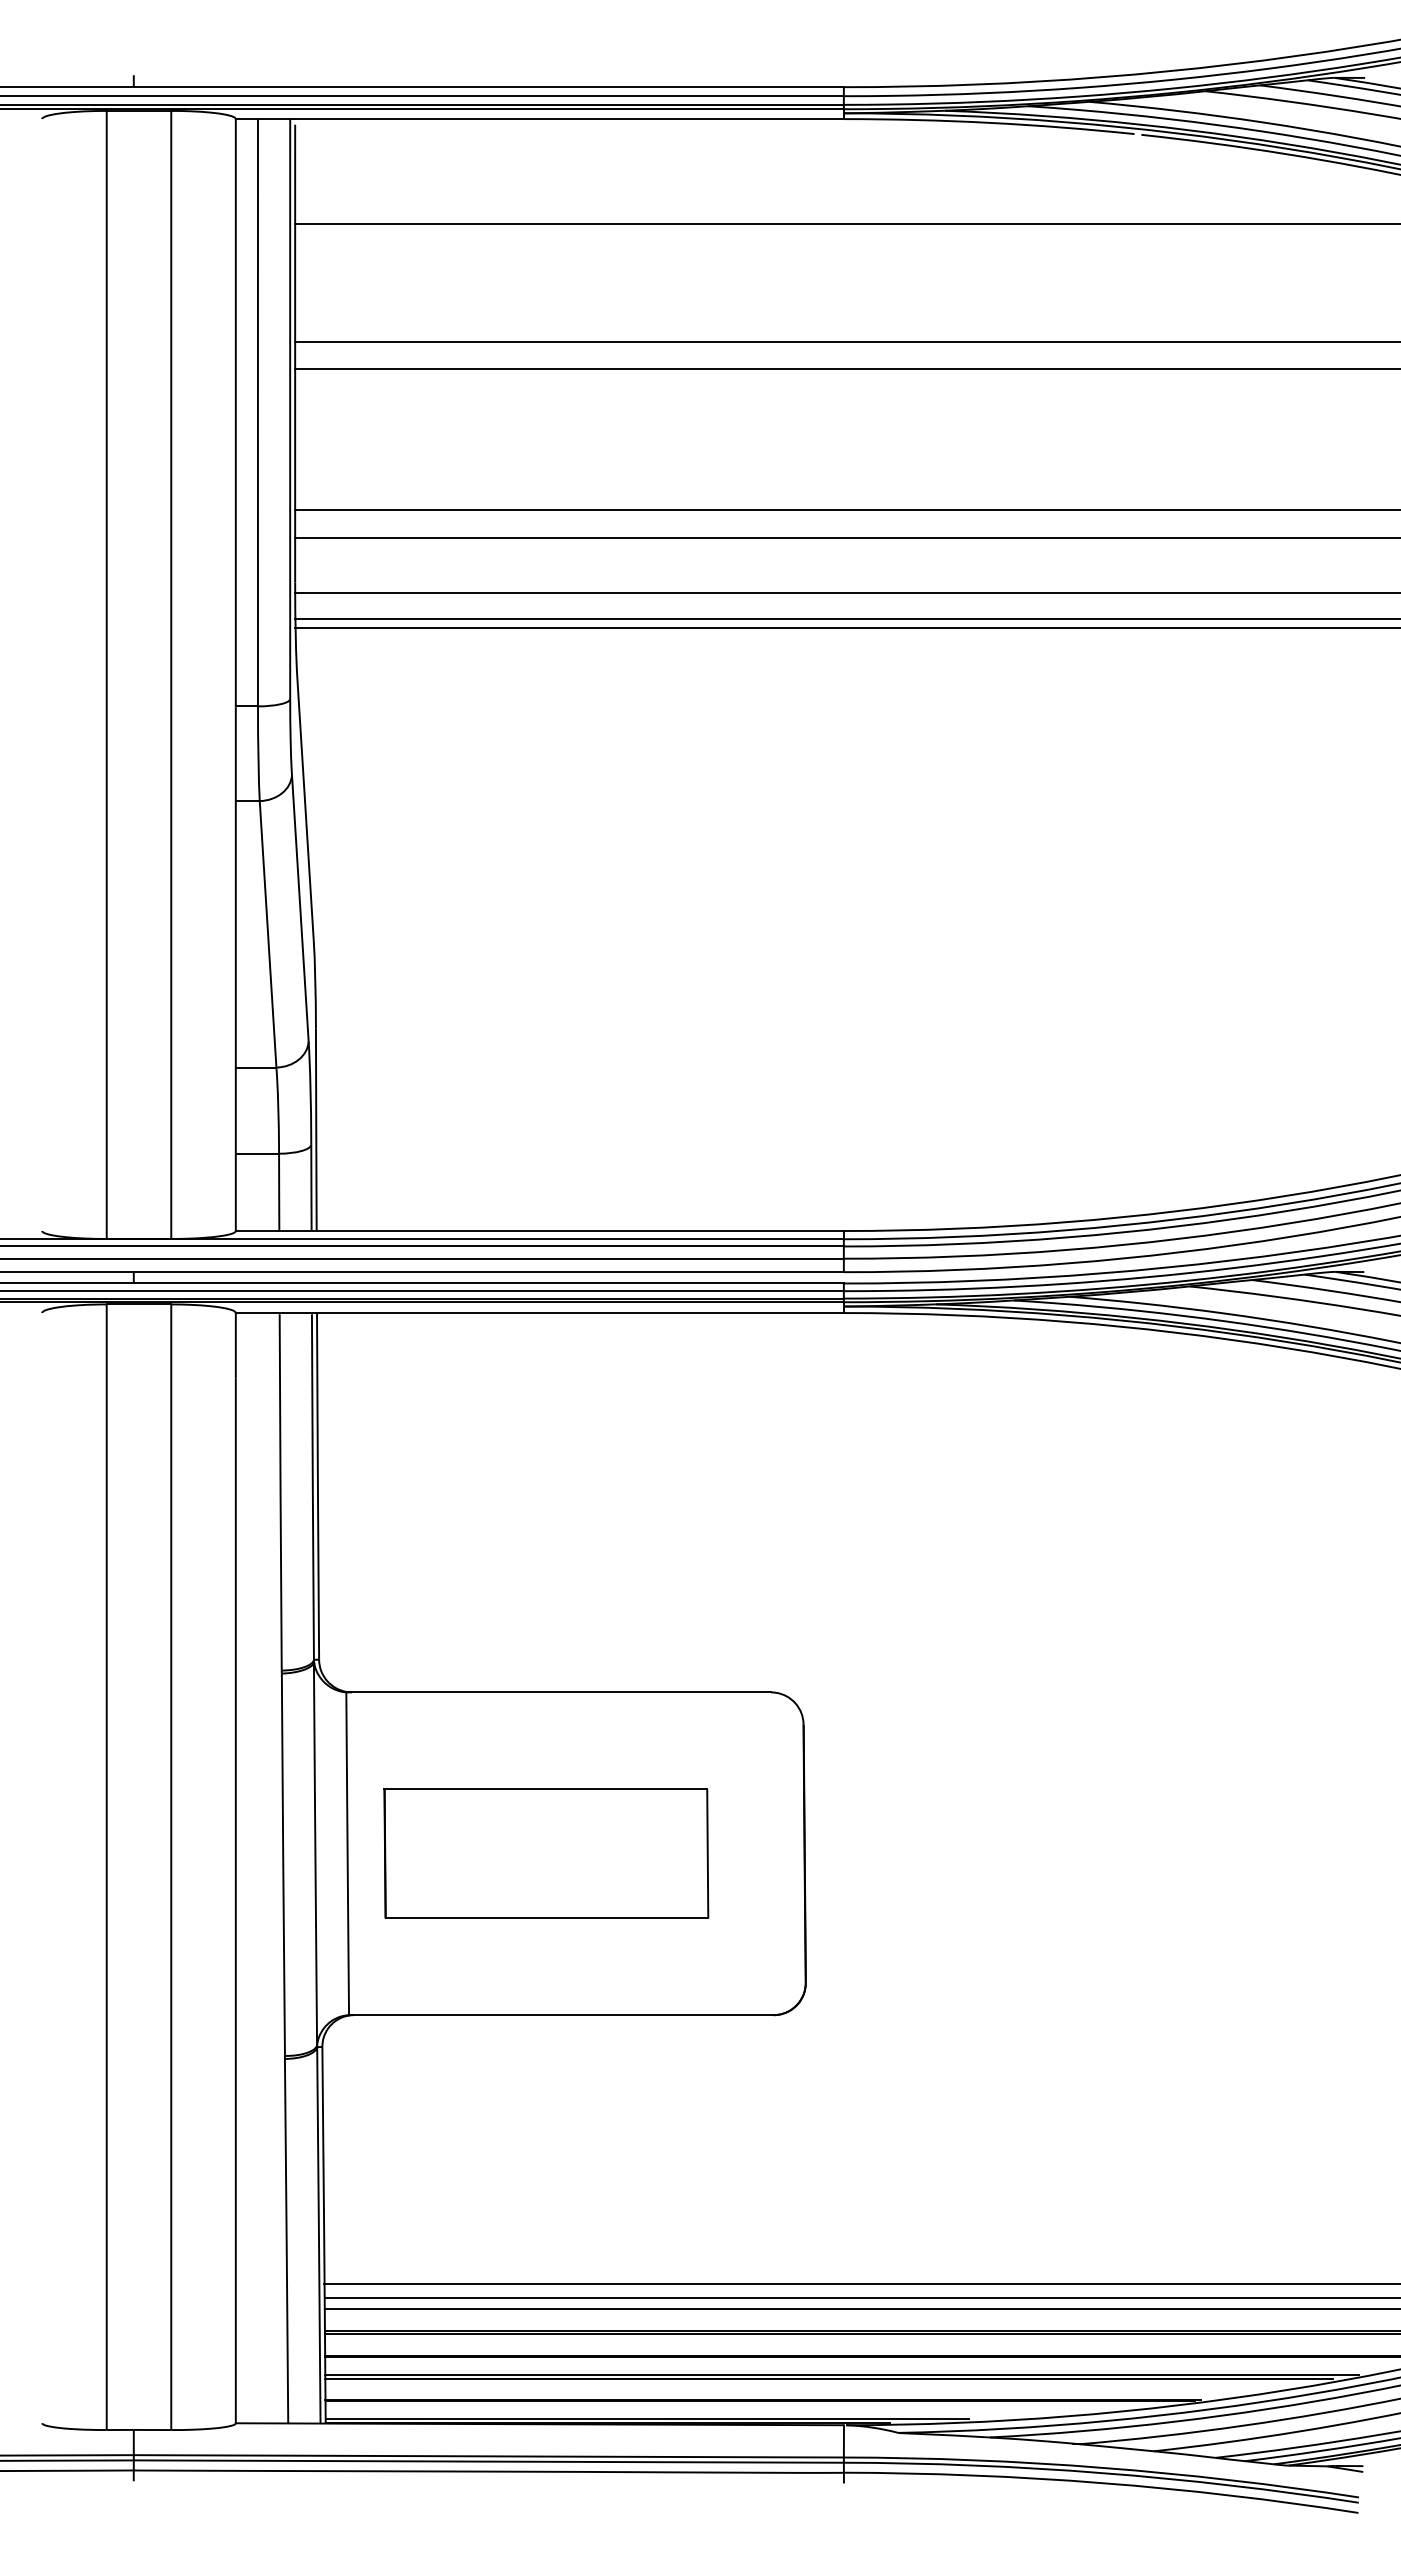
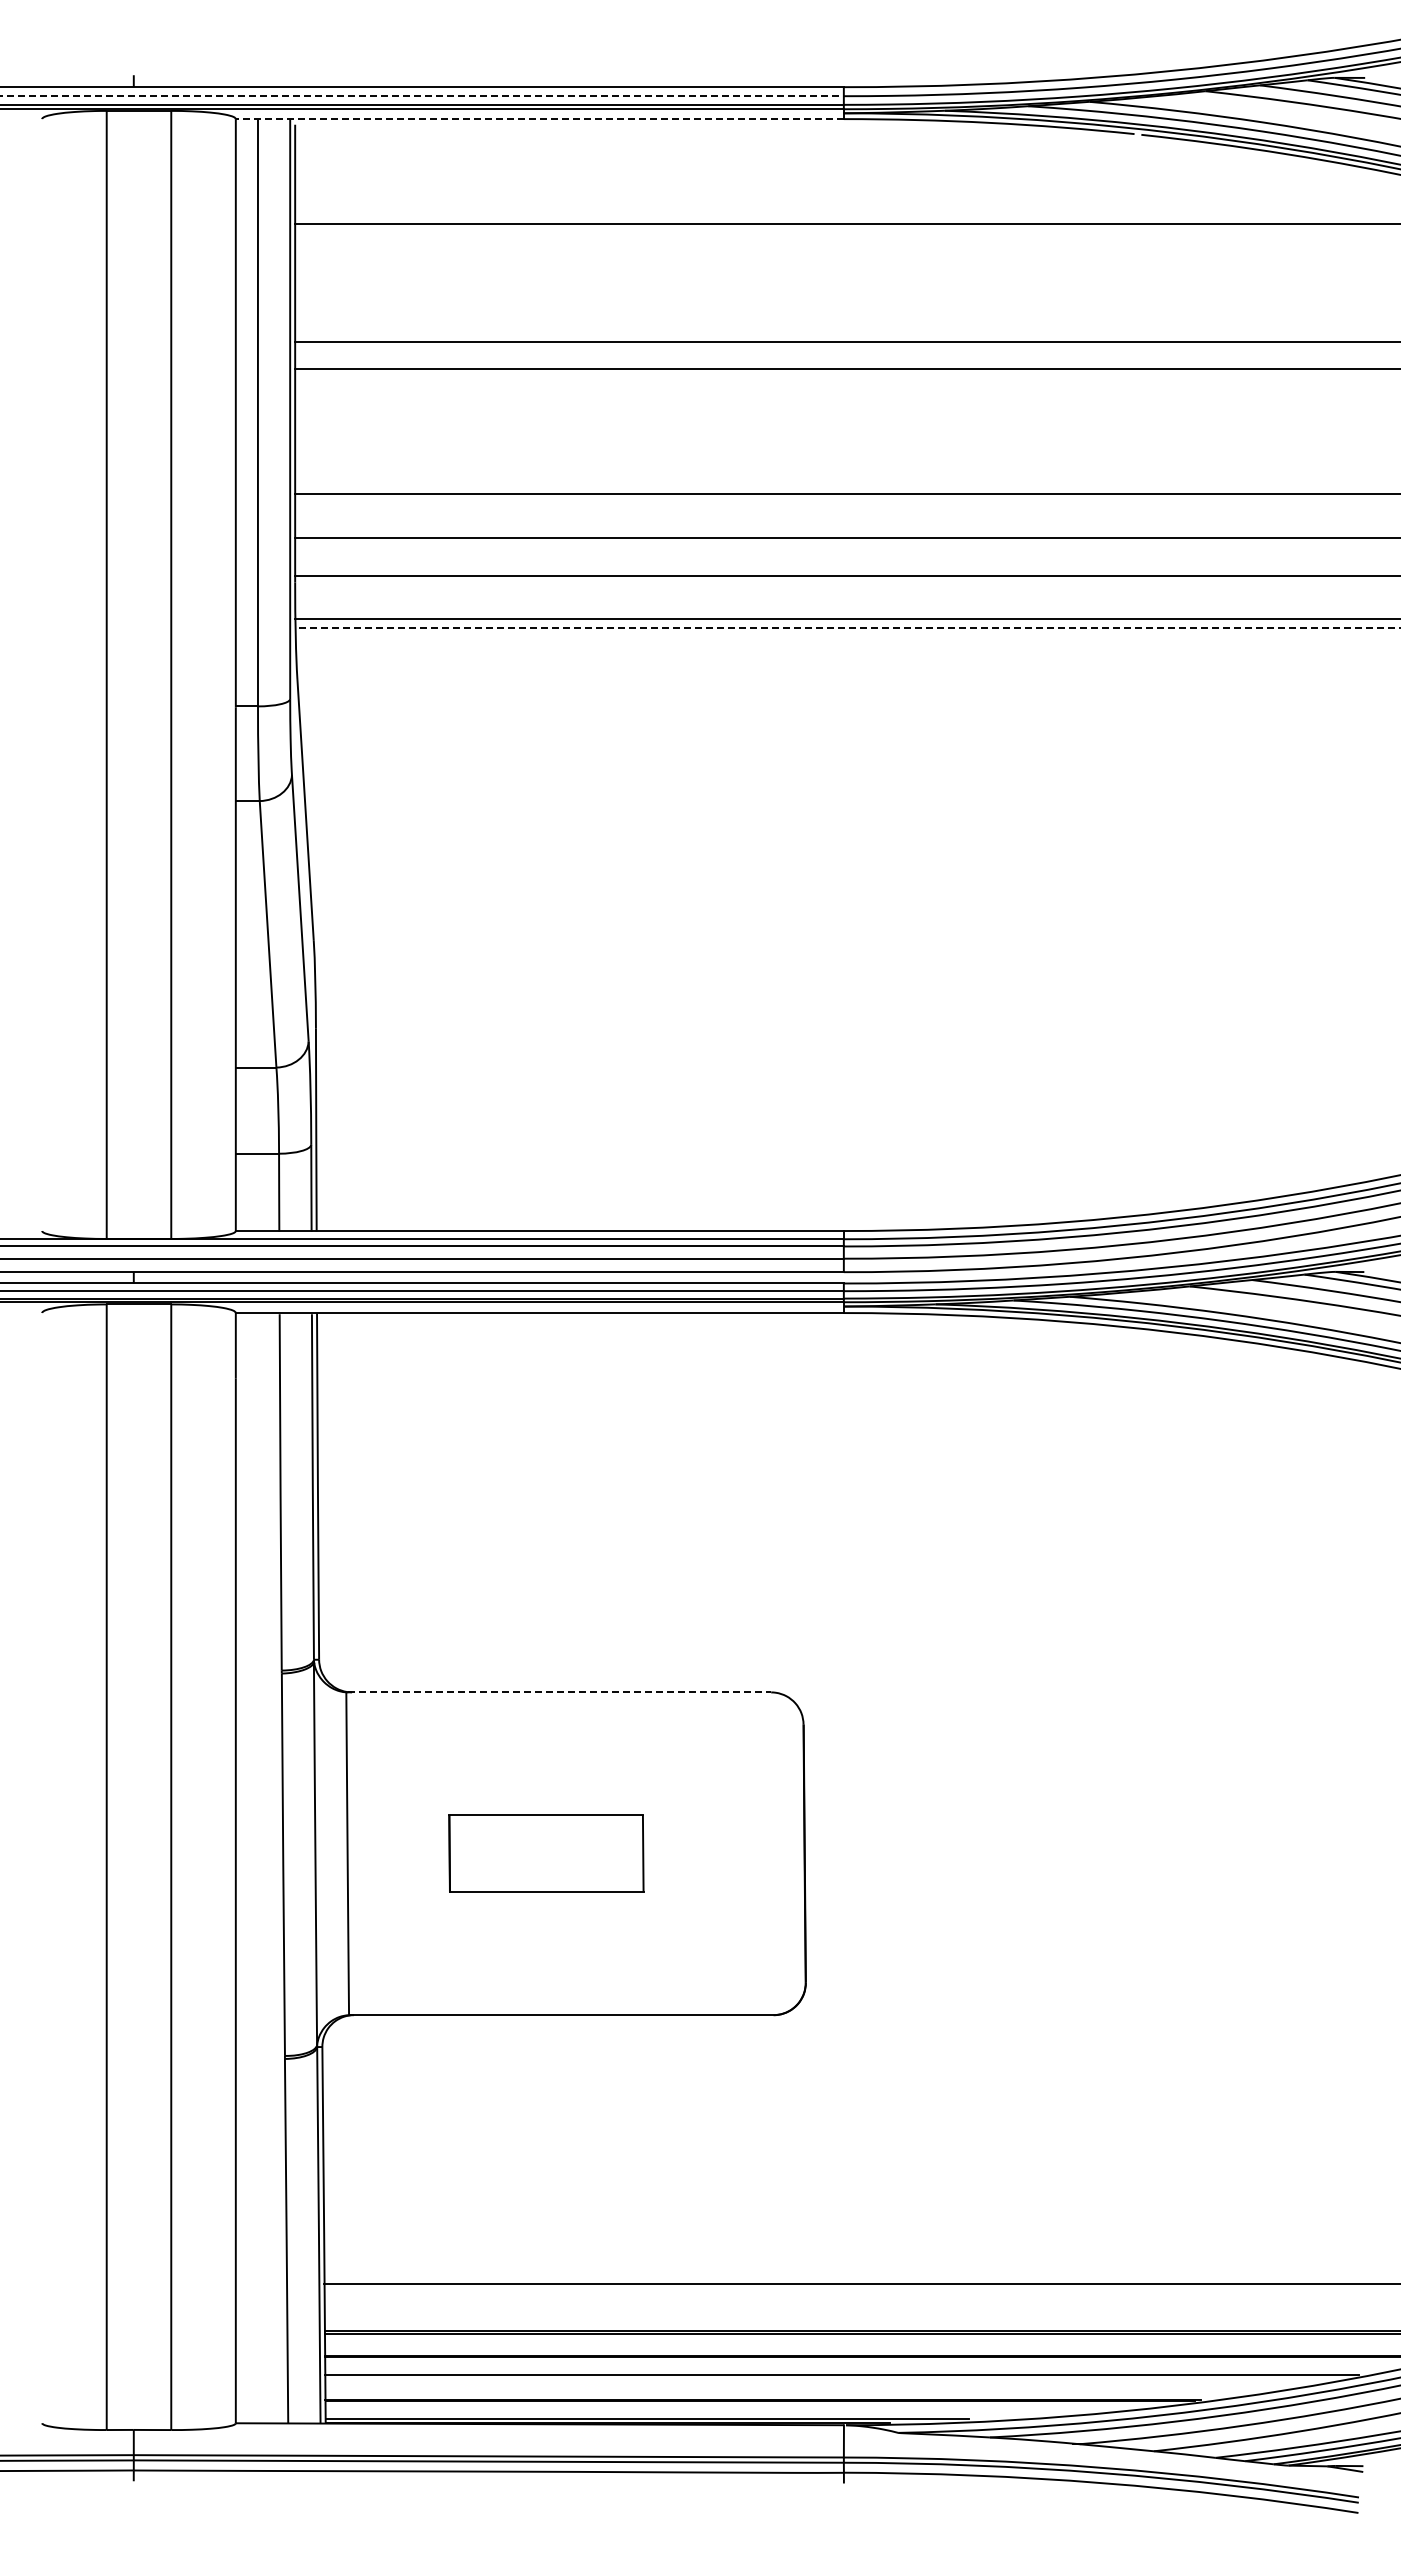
line at (422, 96): solid -> dashed
line at (539, 119): solid -> dashed
line at (846, 509) position: (846, 509) -> (846, 493)
line at (846, 593) position: (846, 593) -> (846, 576)
line at (847, 628): solid -> dashed
line at (560, 1692): solid -> dashed
part at (546, 1853) size: 327x131 px -> 197x79 px
line at (860, 2297): present -> none
line at (860, 2308): present -> none
line at (828, 2378): present -> none
